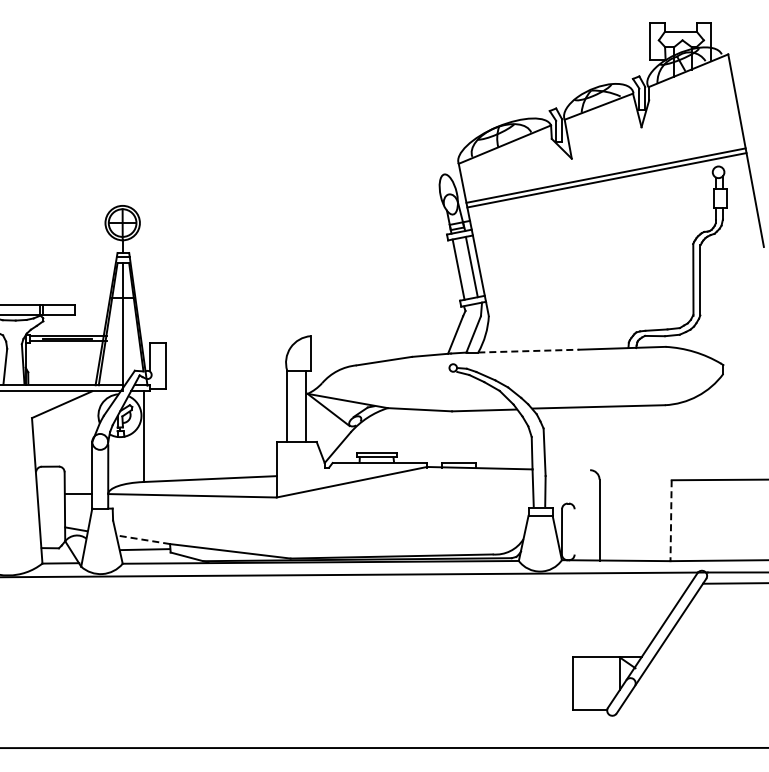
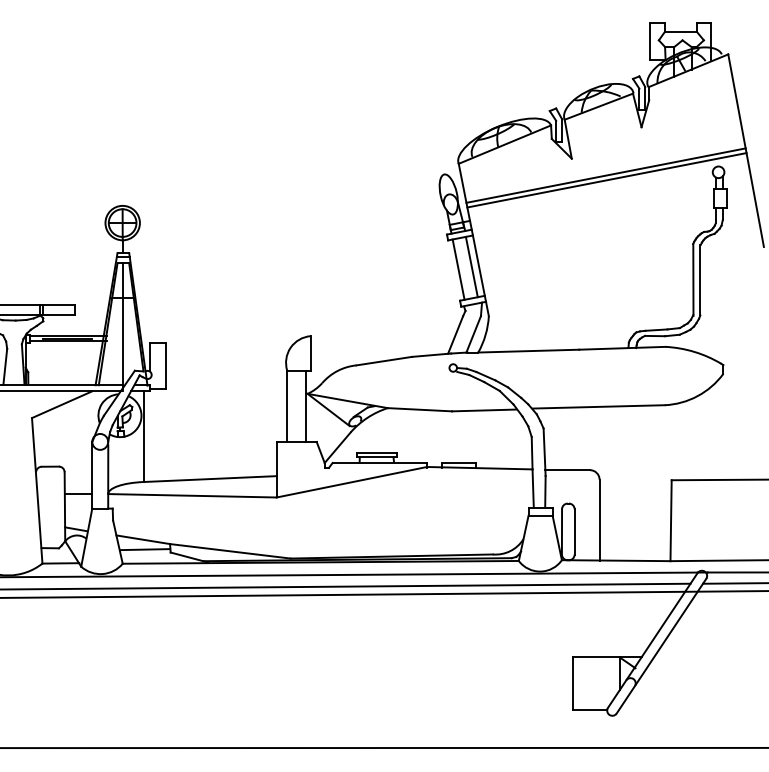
line at (528, 351): dashed -> solid
line at (567, 470): none -> present
line at (671, 521): dashed -> solid
line at (574, 531): none -> present
line at (142, 539): dashed -> solid
line at (346, 586): none -> present
line at (383, 594): none -> present
